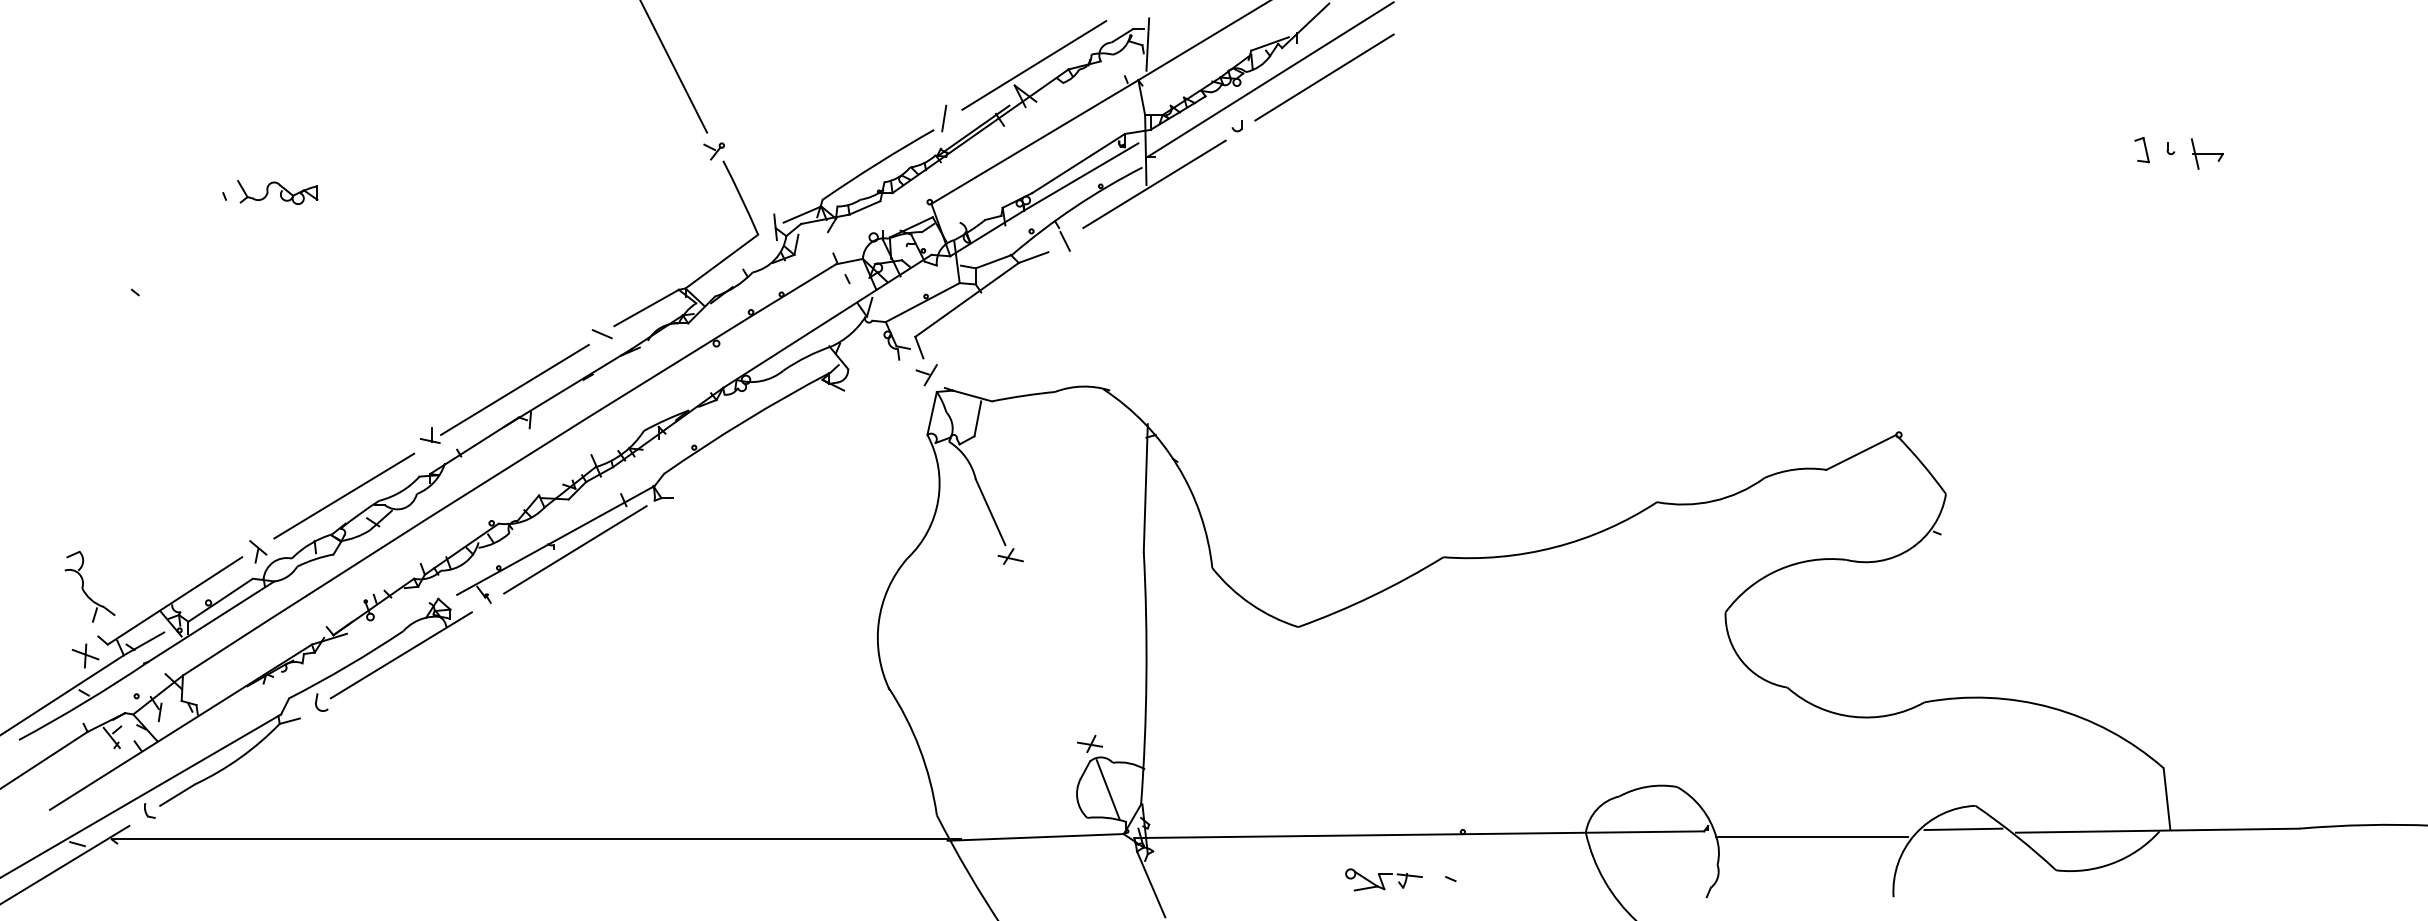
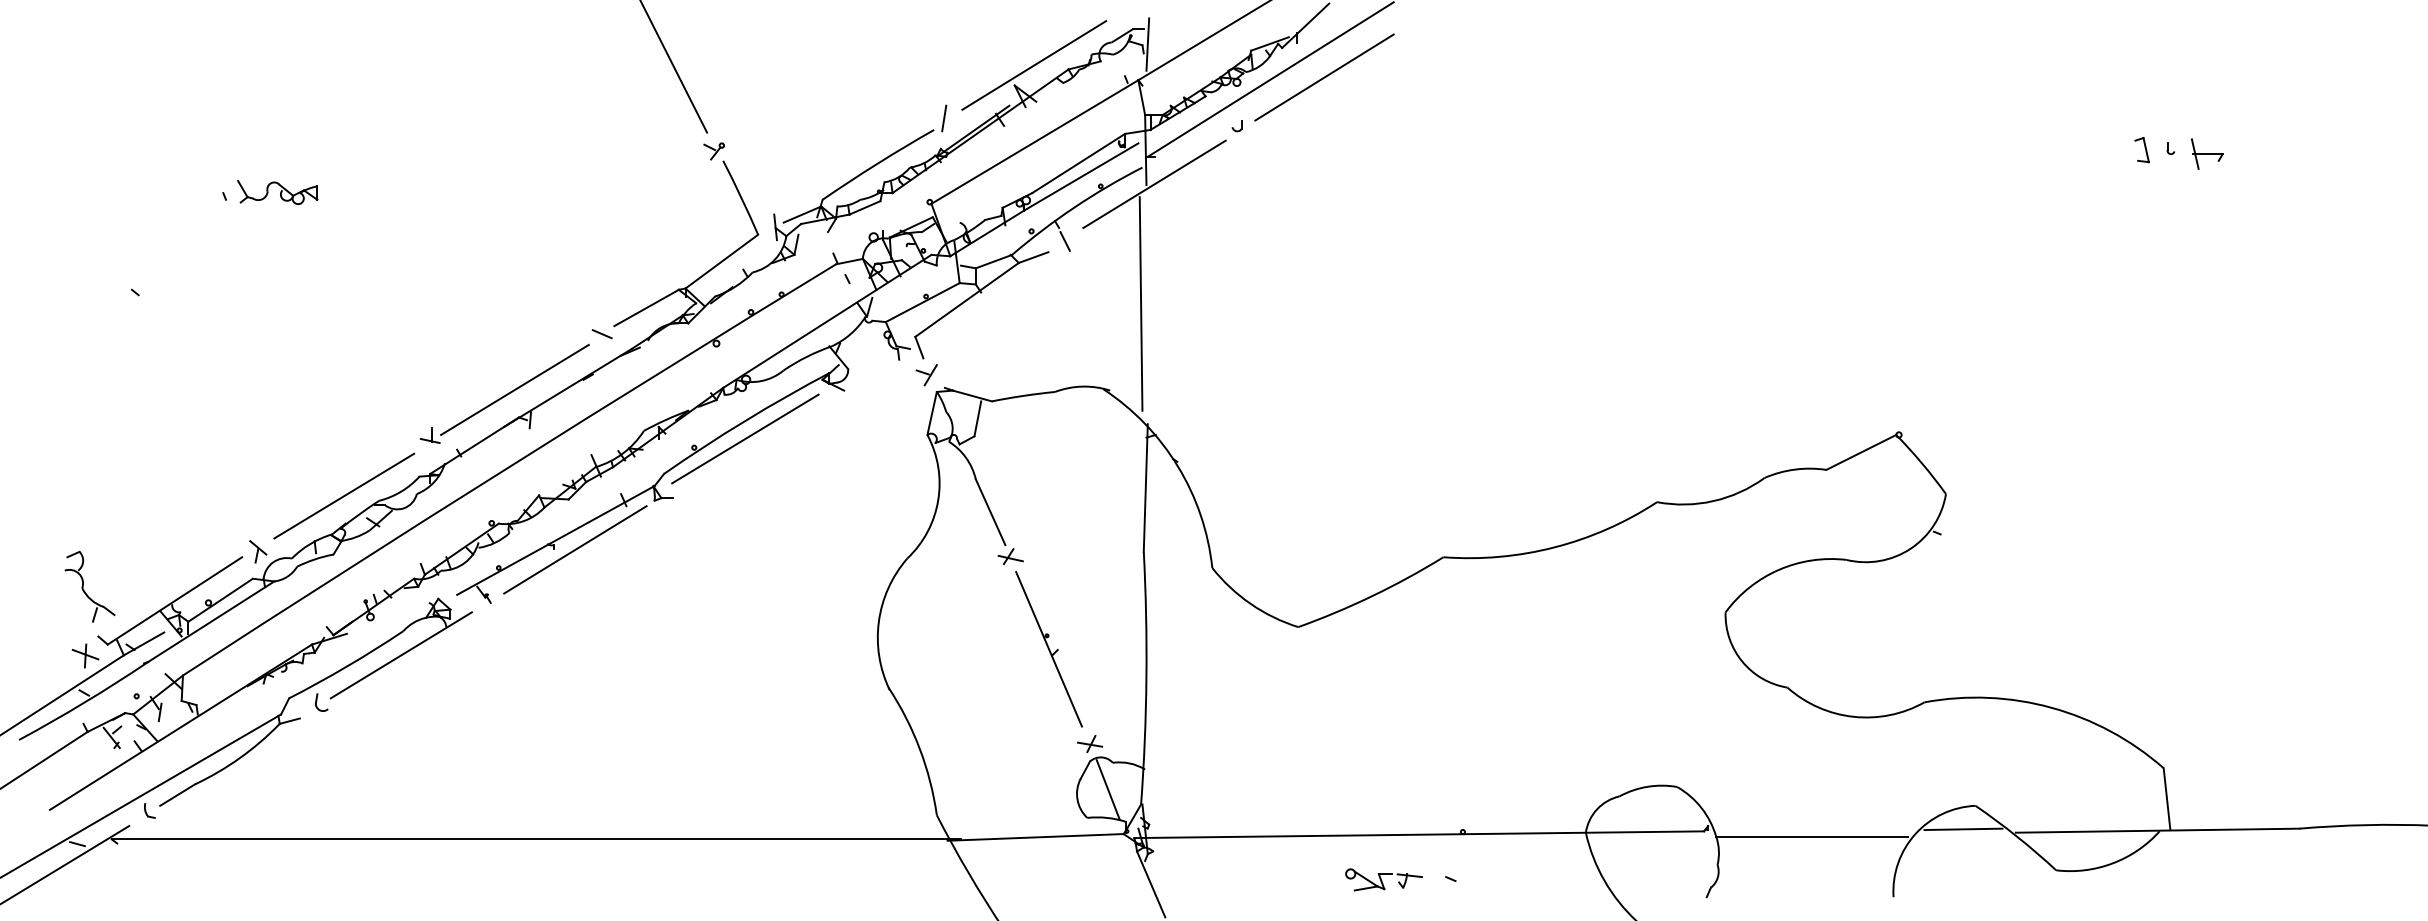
line at (1140, 303): none -> present
line at (745, 438): none -> present
part at (1048, 649): none -> present
